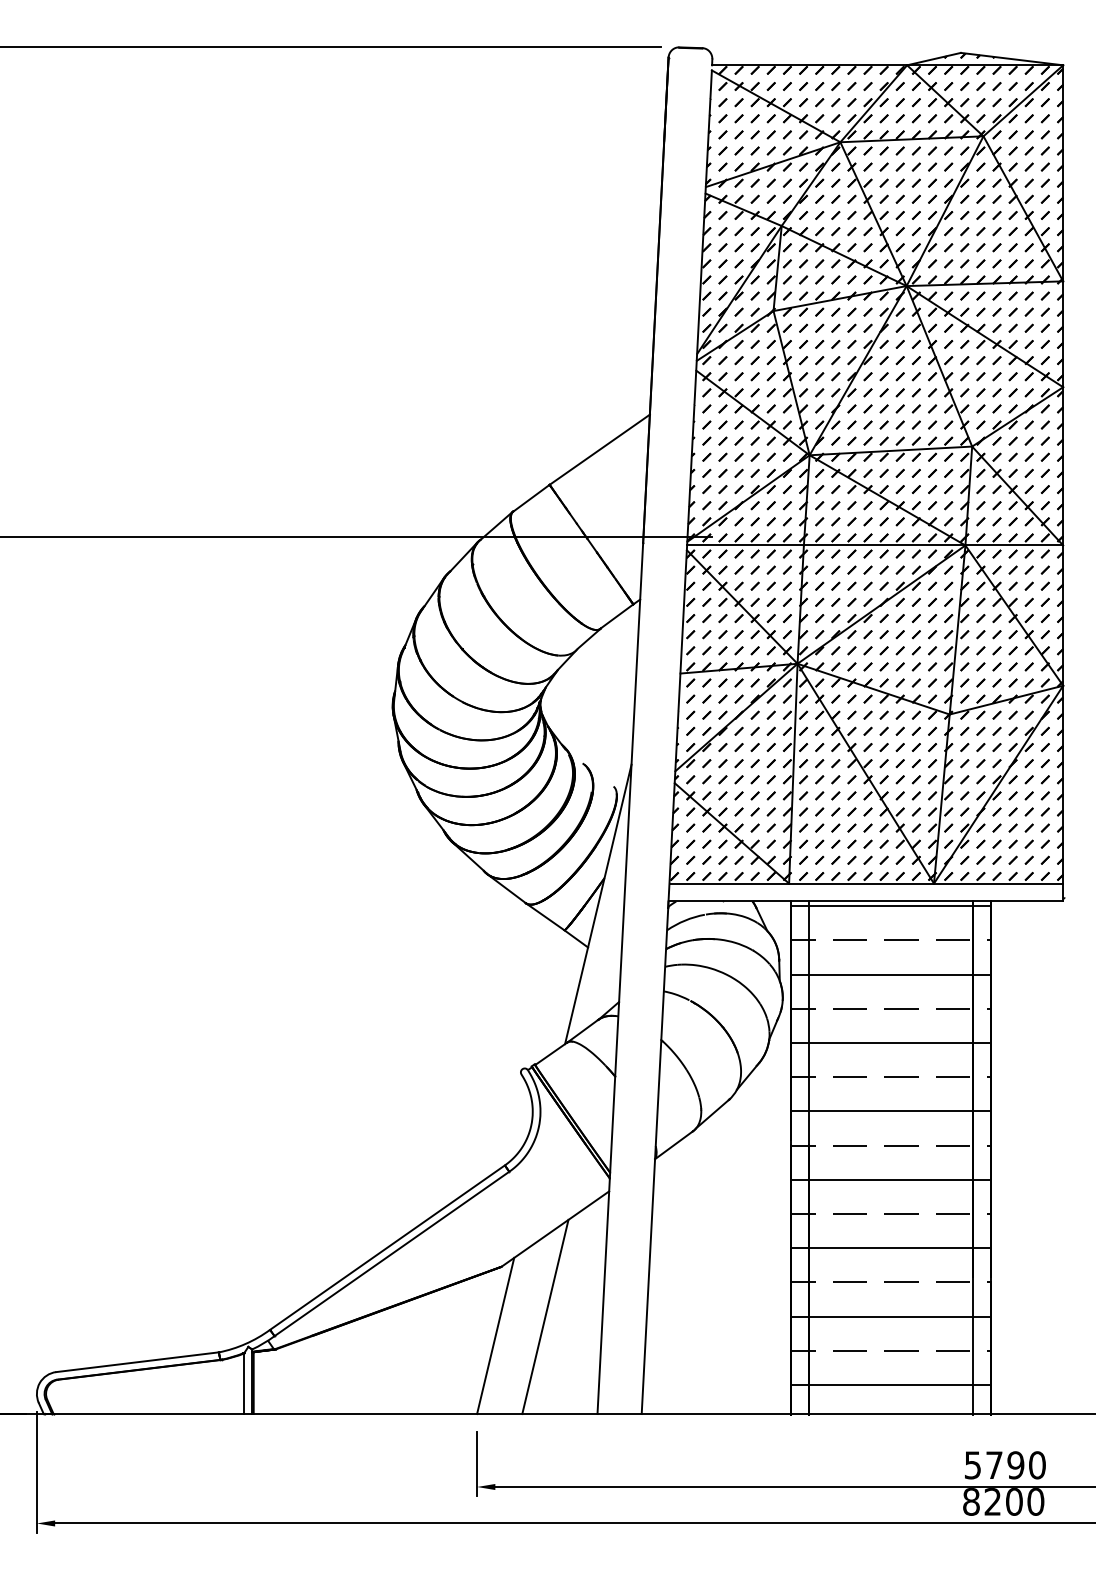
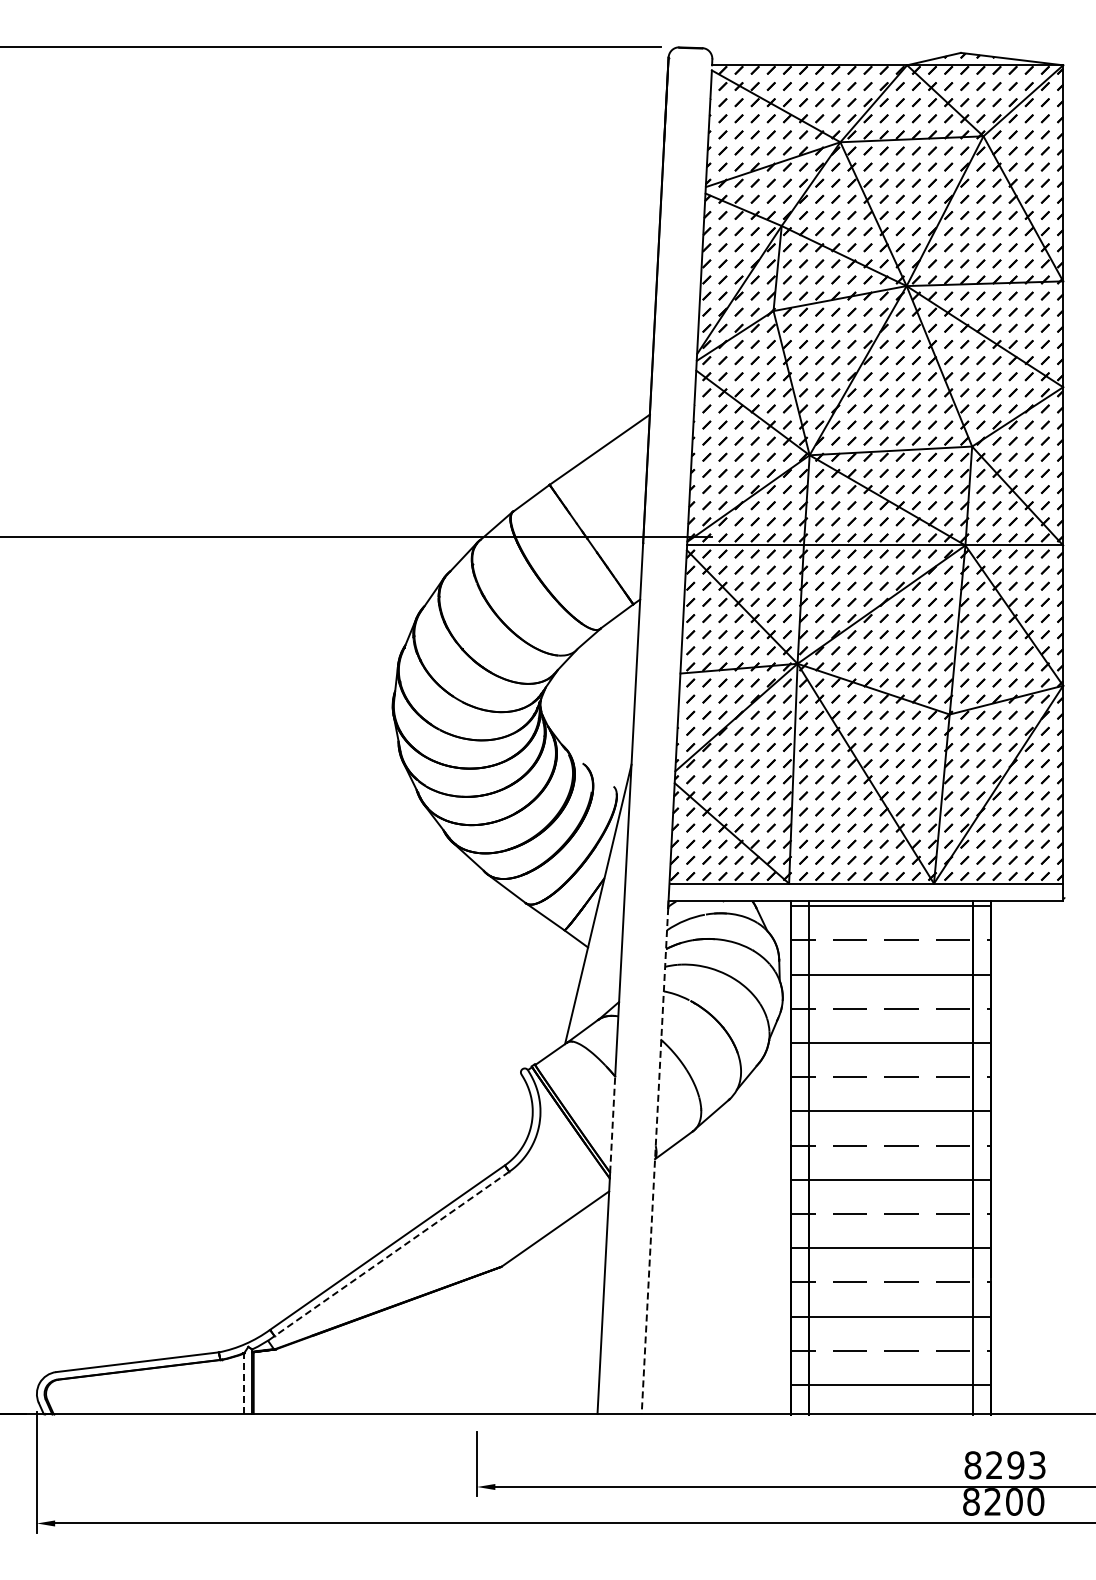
line at (612, 1124): solid -> dashed
line at (654, 1161): solid -> dashed
line at (391, 1254): solid -> dashed
line at (545, 1316): present -> none
line at (495, 1335): present -> none
line at (244, 1383): solid -> dashed
text at (1004, 1465): 5790 -> 8293
